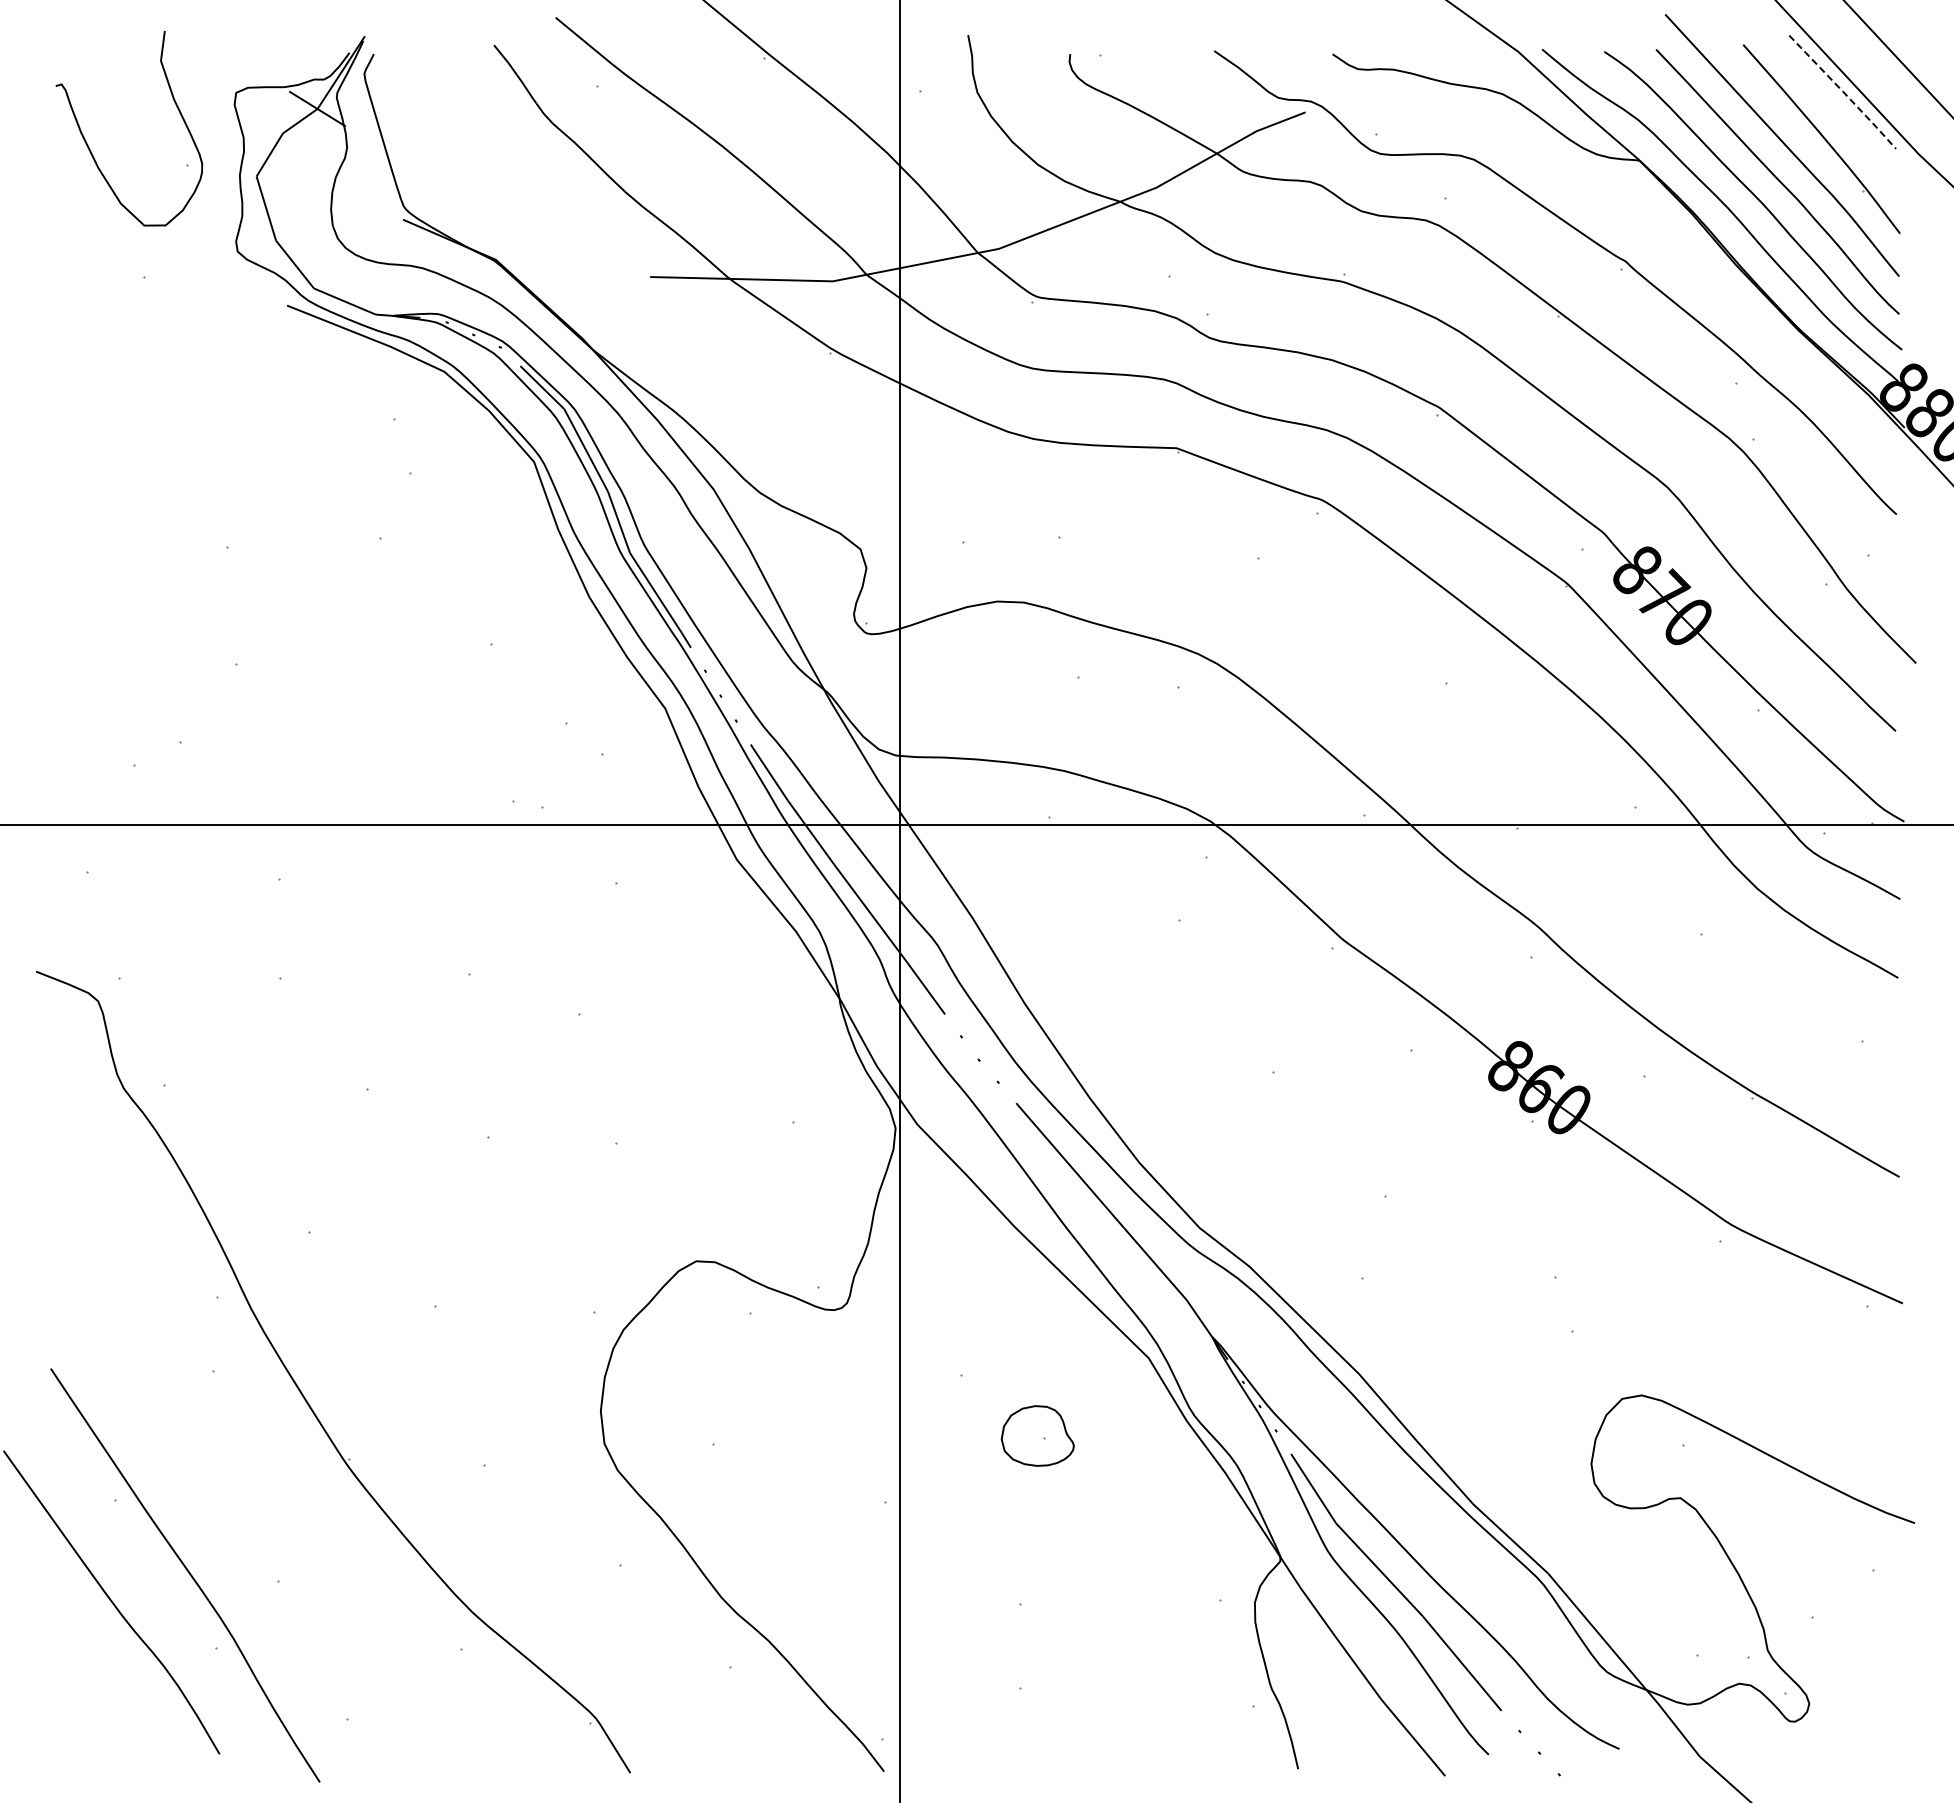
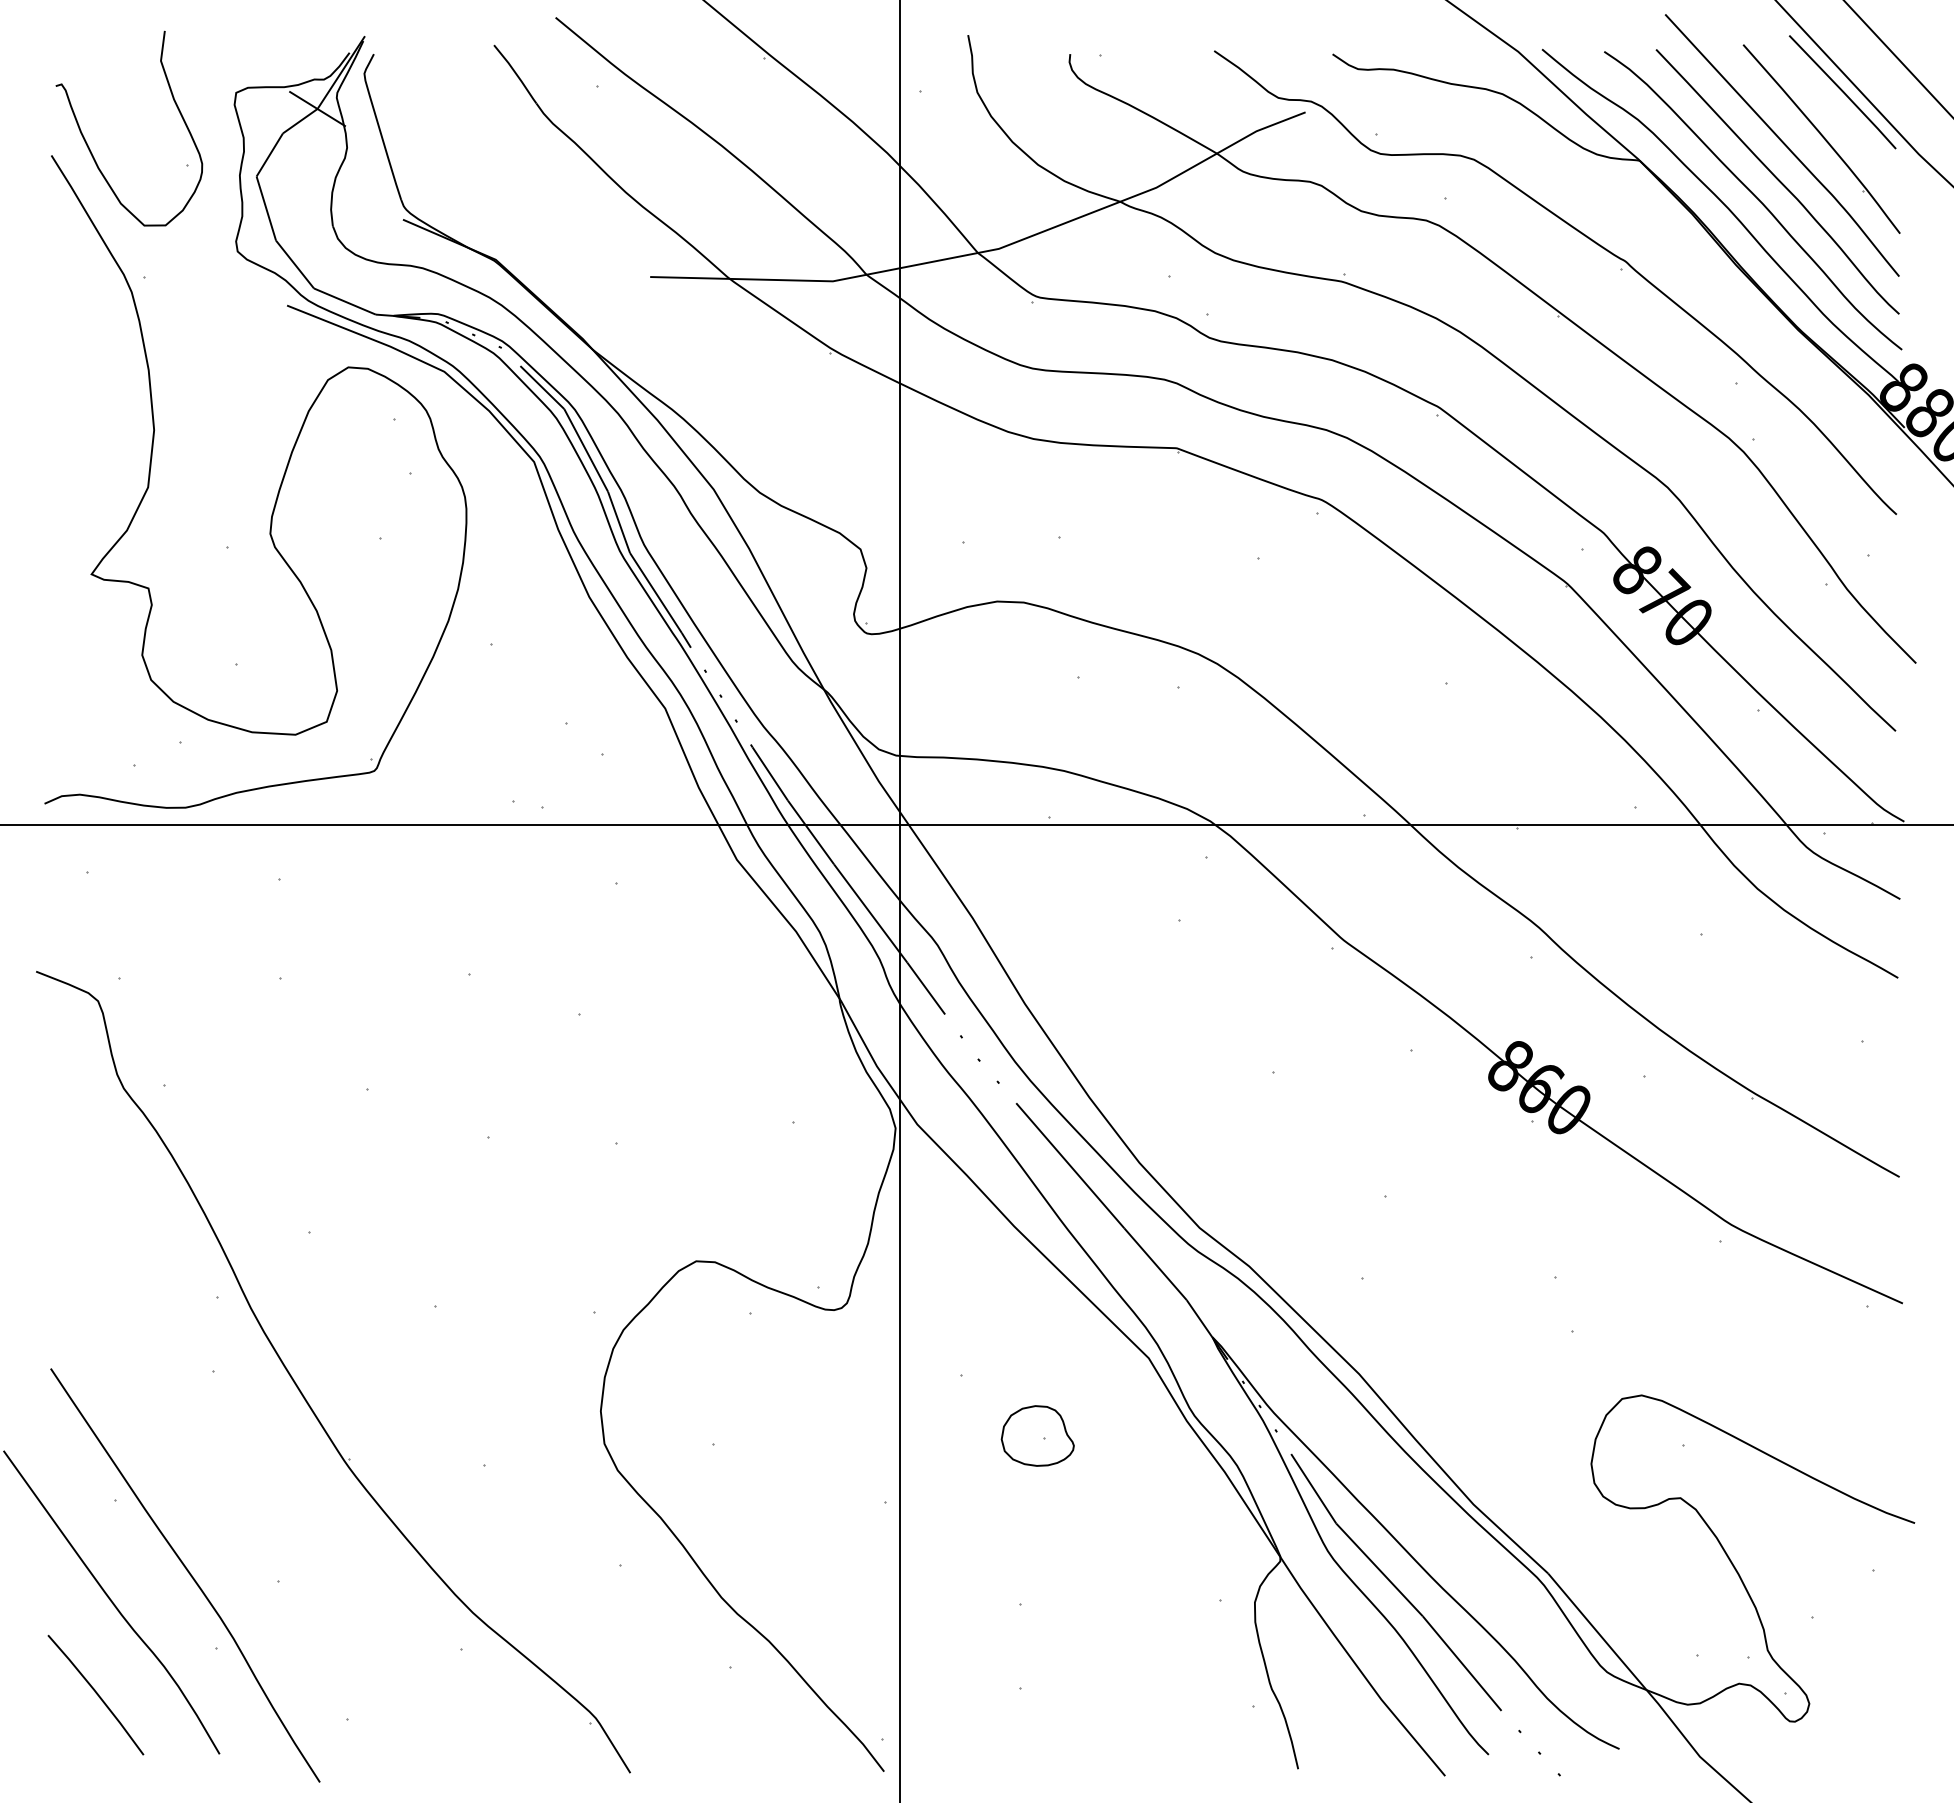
line at (1843, 92): dashed -> solid
part at (278, 489): none -> present
line at (95, 1693): none -> present
